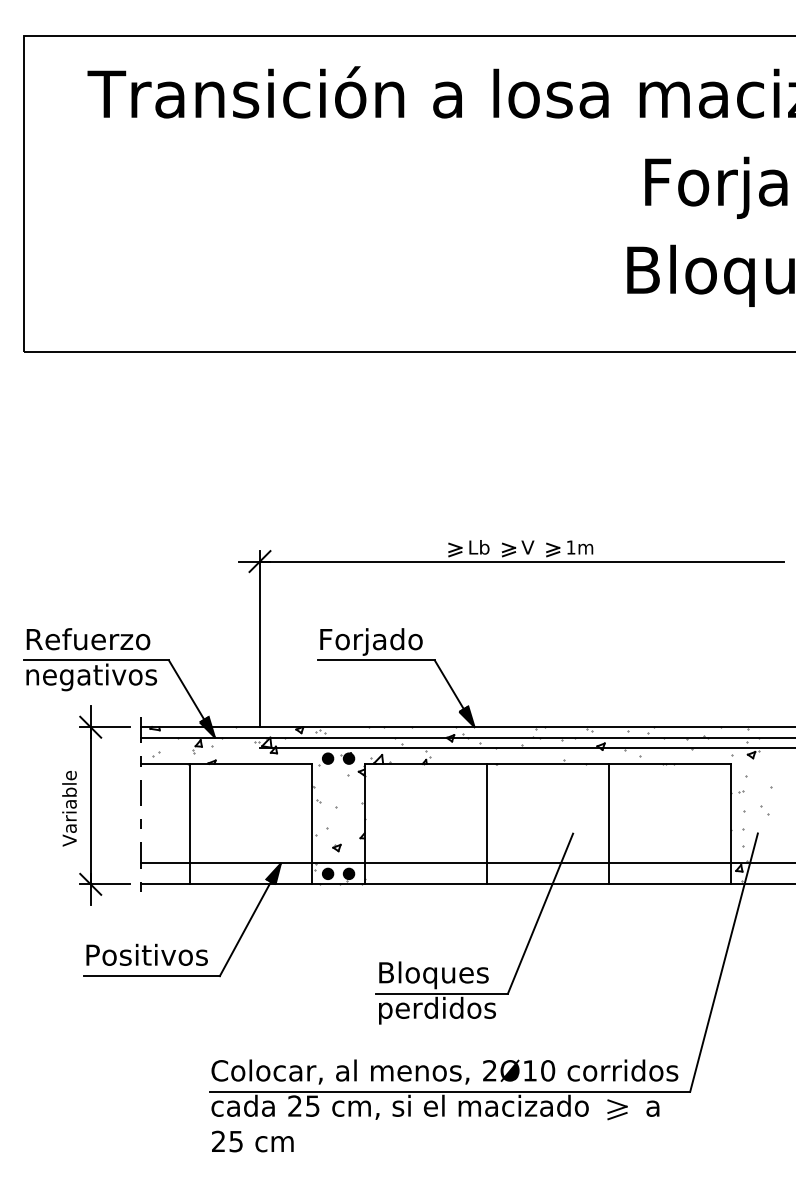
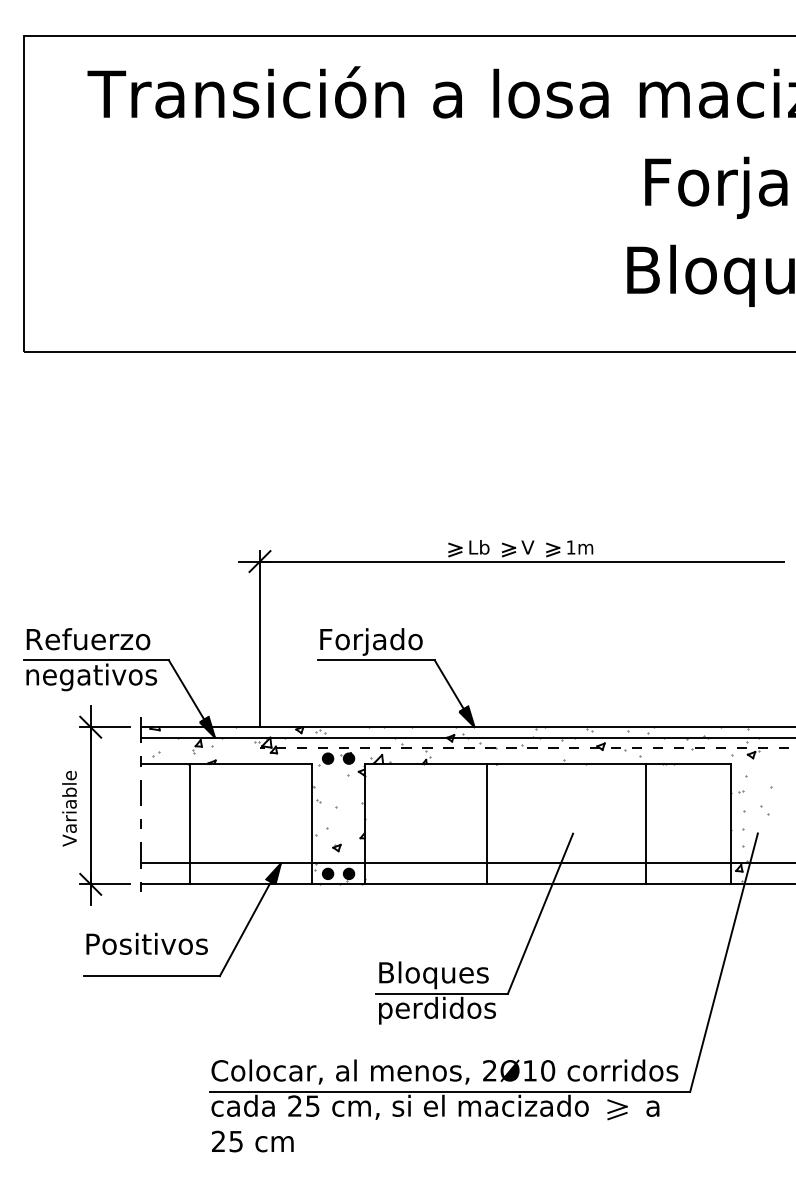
line at (527, 748): solid -> dashed
line at (609, 823) position: (609, 823) -> (646, 823)
text at (146, 954) position: (146, 954) -> (146, 943)
